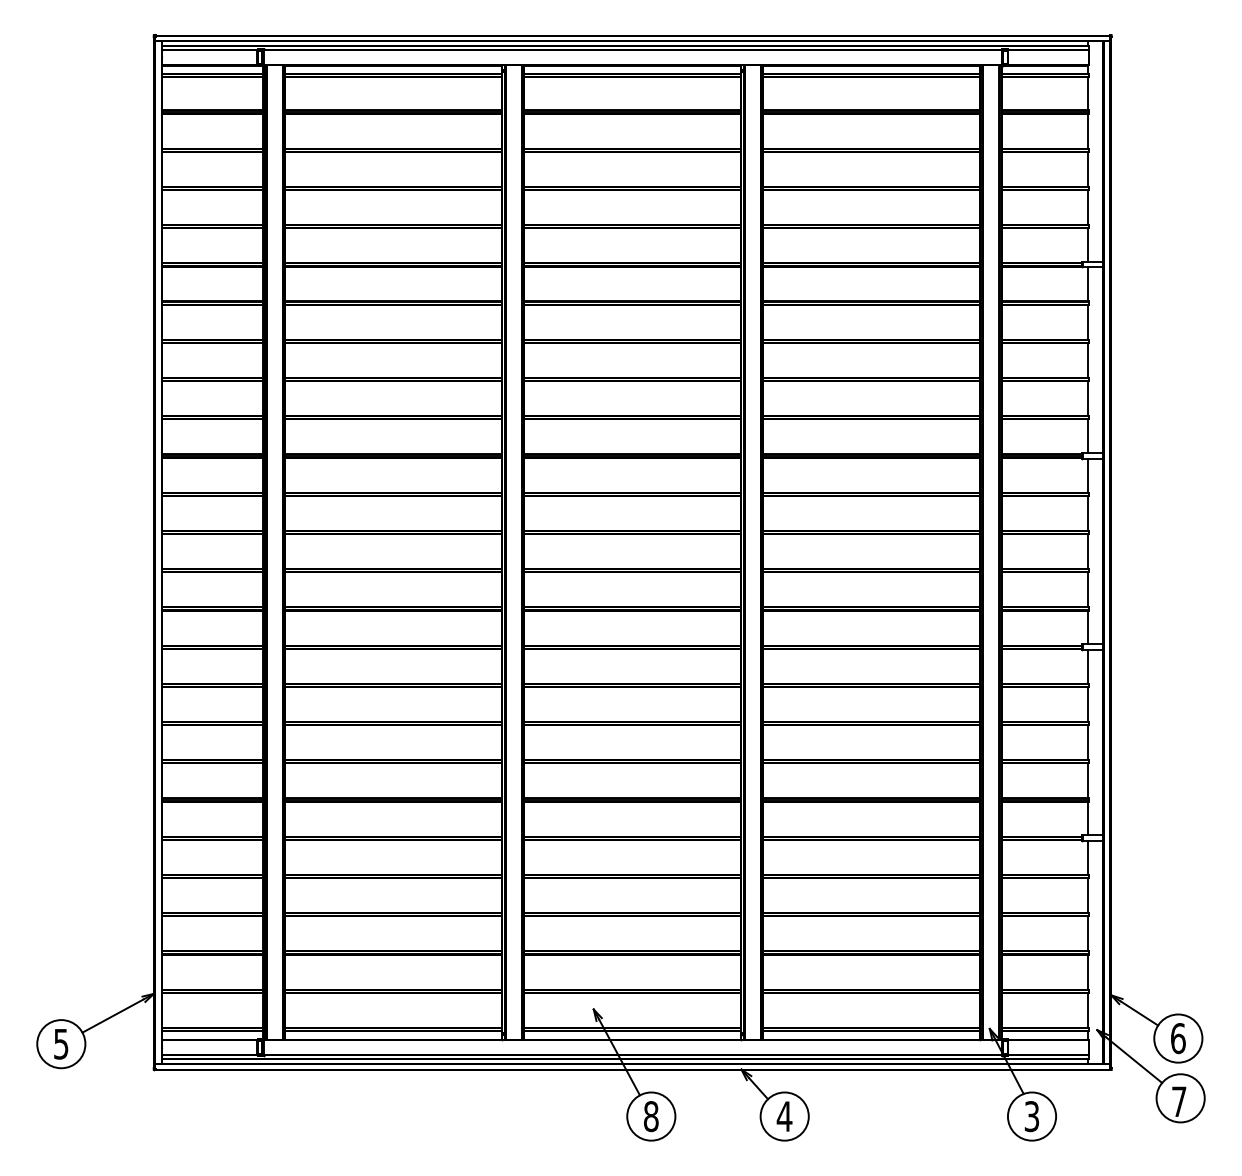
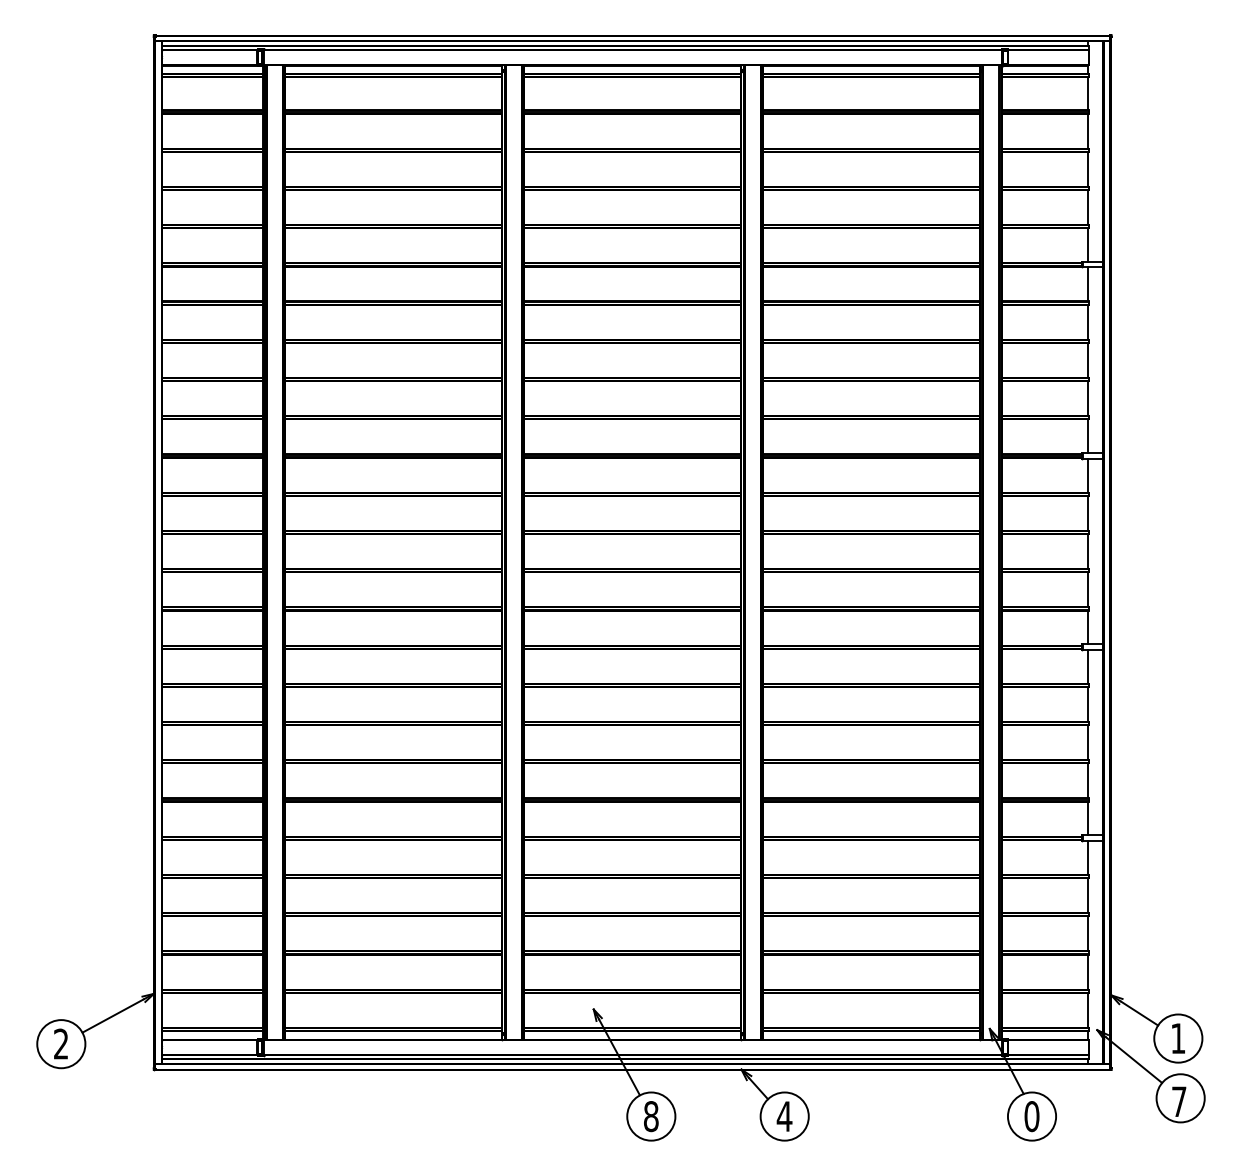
text at (1178, 1038): 6 -> 1
text at (61, 1043): 5 -> 2
text at (1031, 1116): 3 -> 0
